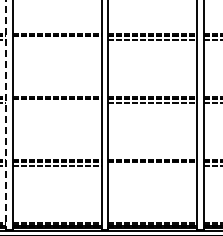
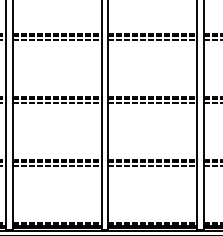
line at (56, 40): none -> present
line at (56, 103): none -> present
line at (6, 115): dashed -> solid
line at (152, 165): none -> present
